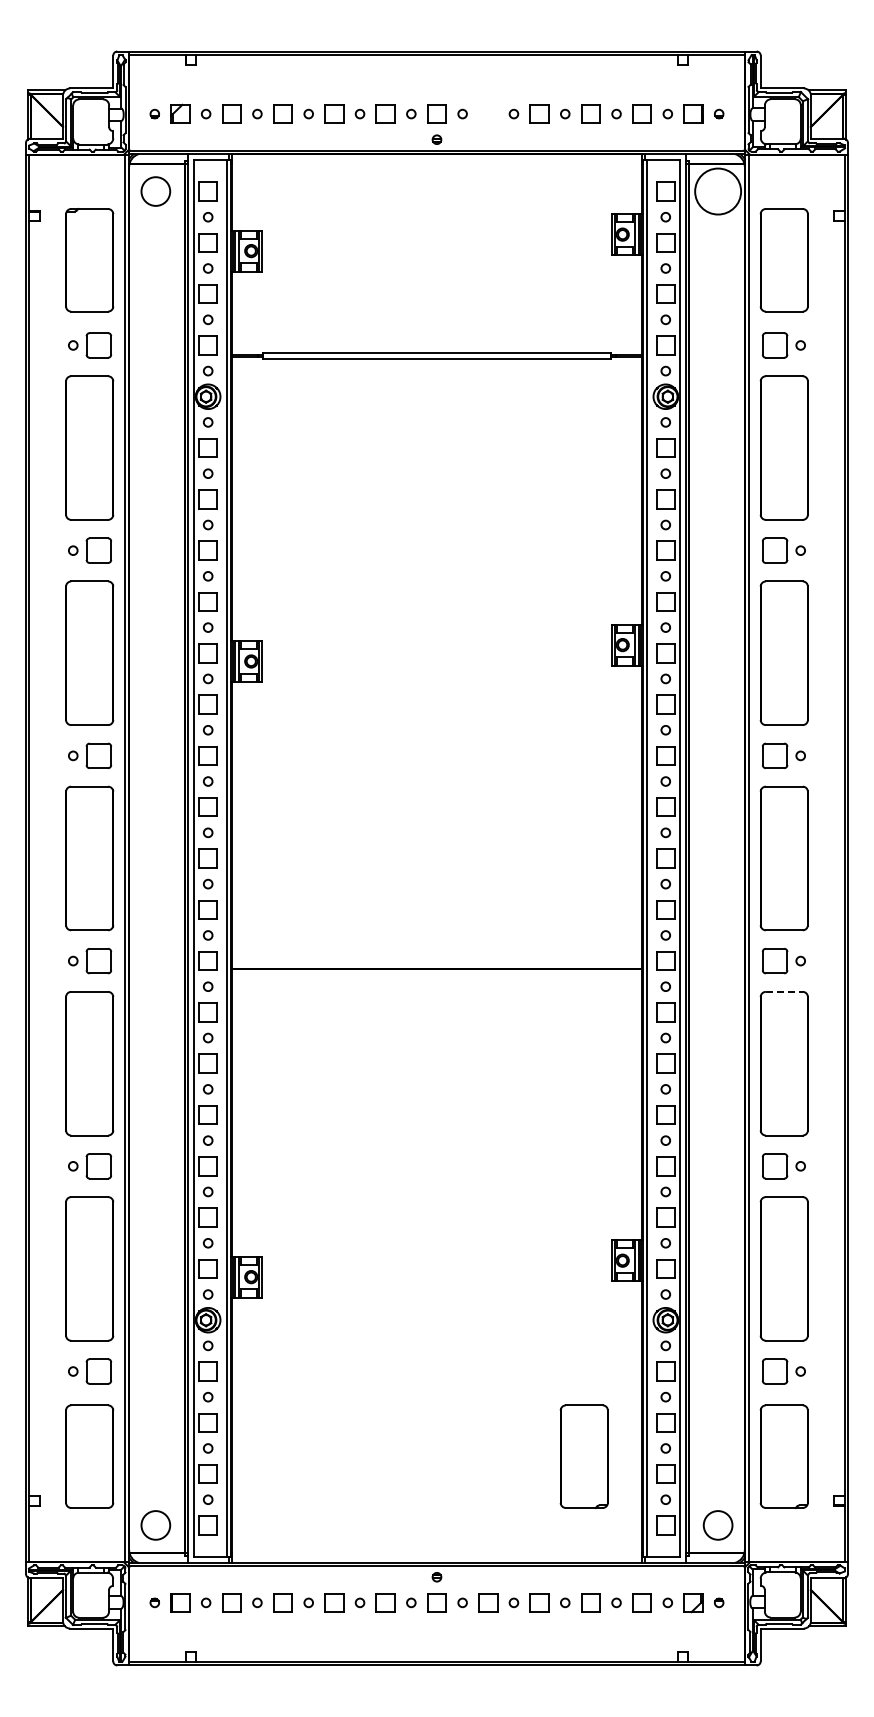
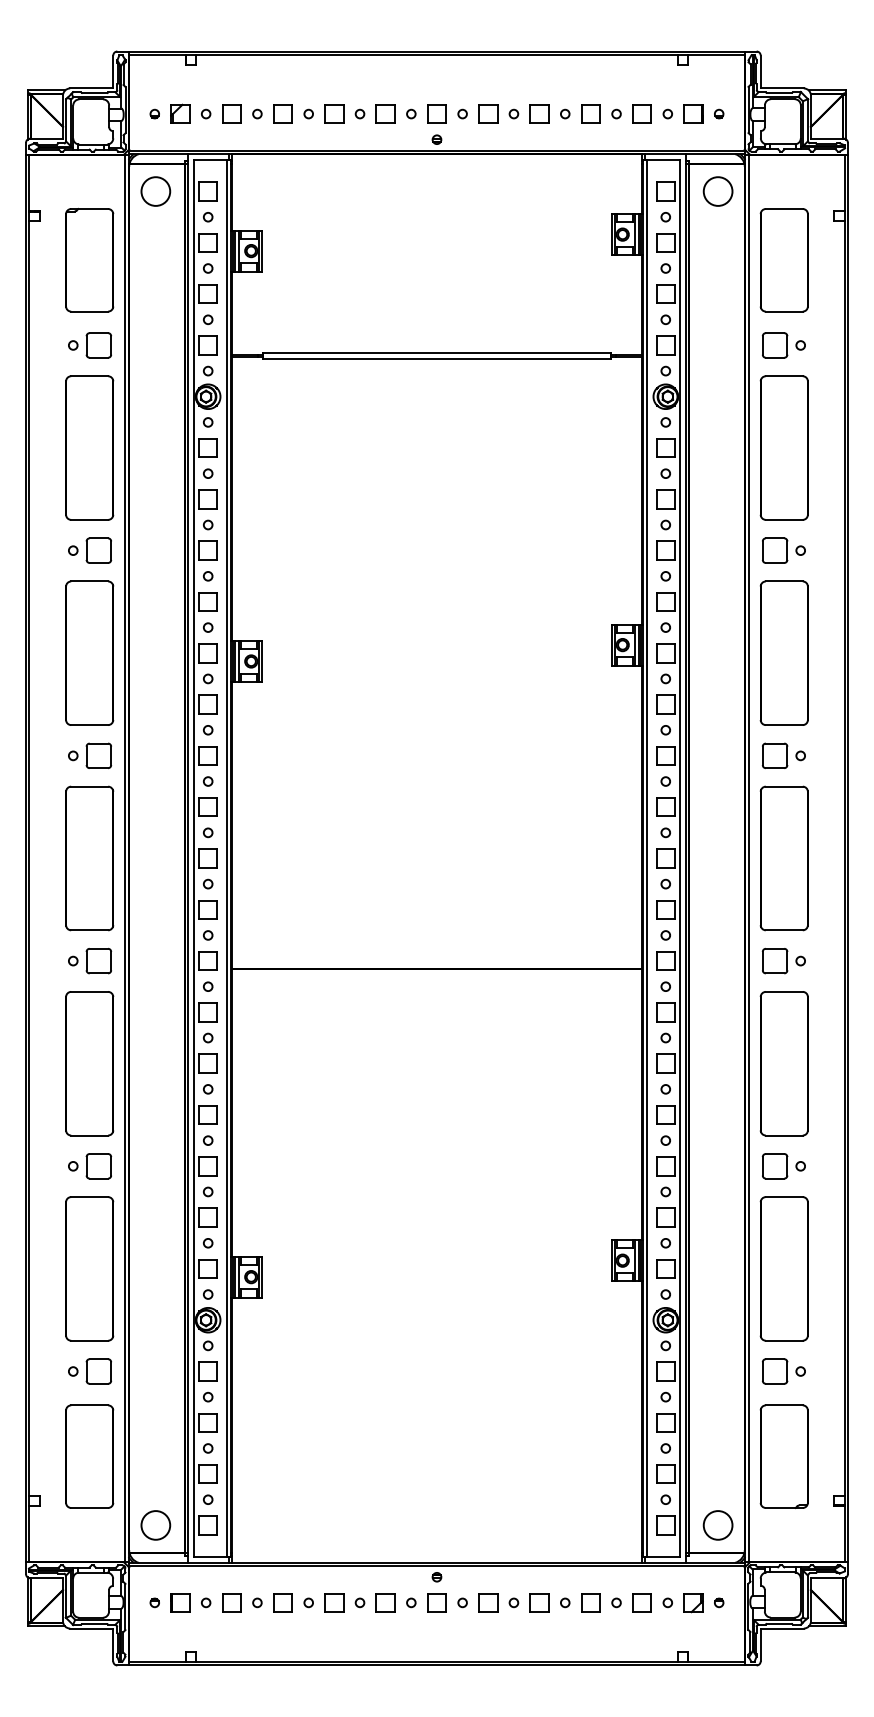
part at (488, 113): none -> present
circle at (718, 191) diameter: 46 px -> 29 px
line at (784, 991): dashed -> solid
part at (583, 1456): present -> none
